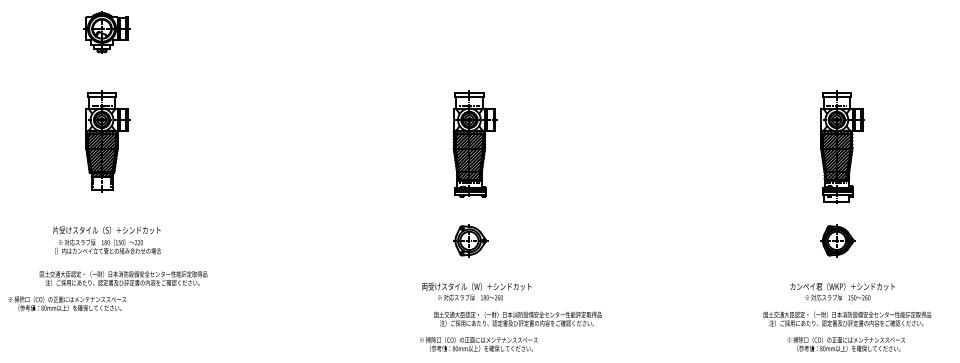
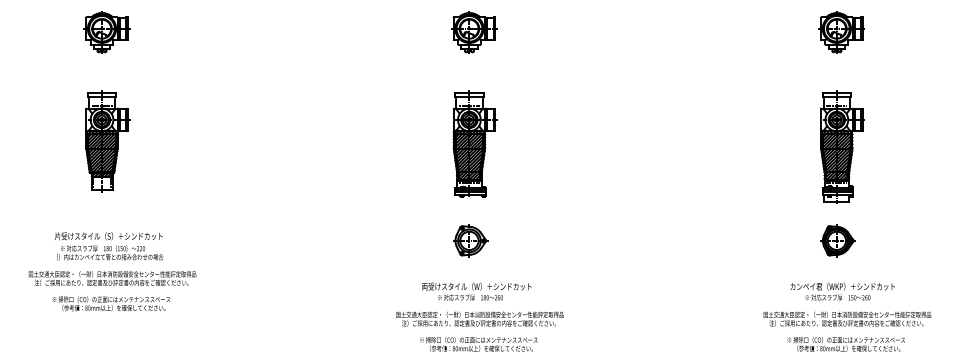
part at (474, 32): none -> present
part at (841, 32): none -> present
text at (107, 240) position: (107, 240) -> (109, 246)
text at (123, 278) position: (123, 278) -> (112, 278)
text at (66, 303) position: (66, 303) -> (110, 303)
text at (517, 318) position: (517, 318) -> (479, 318)
